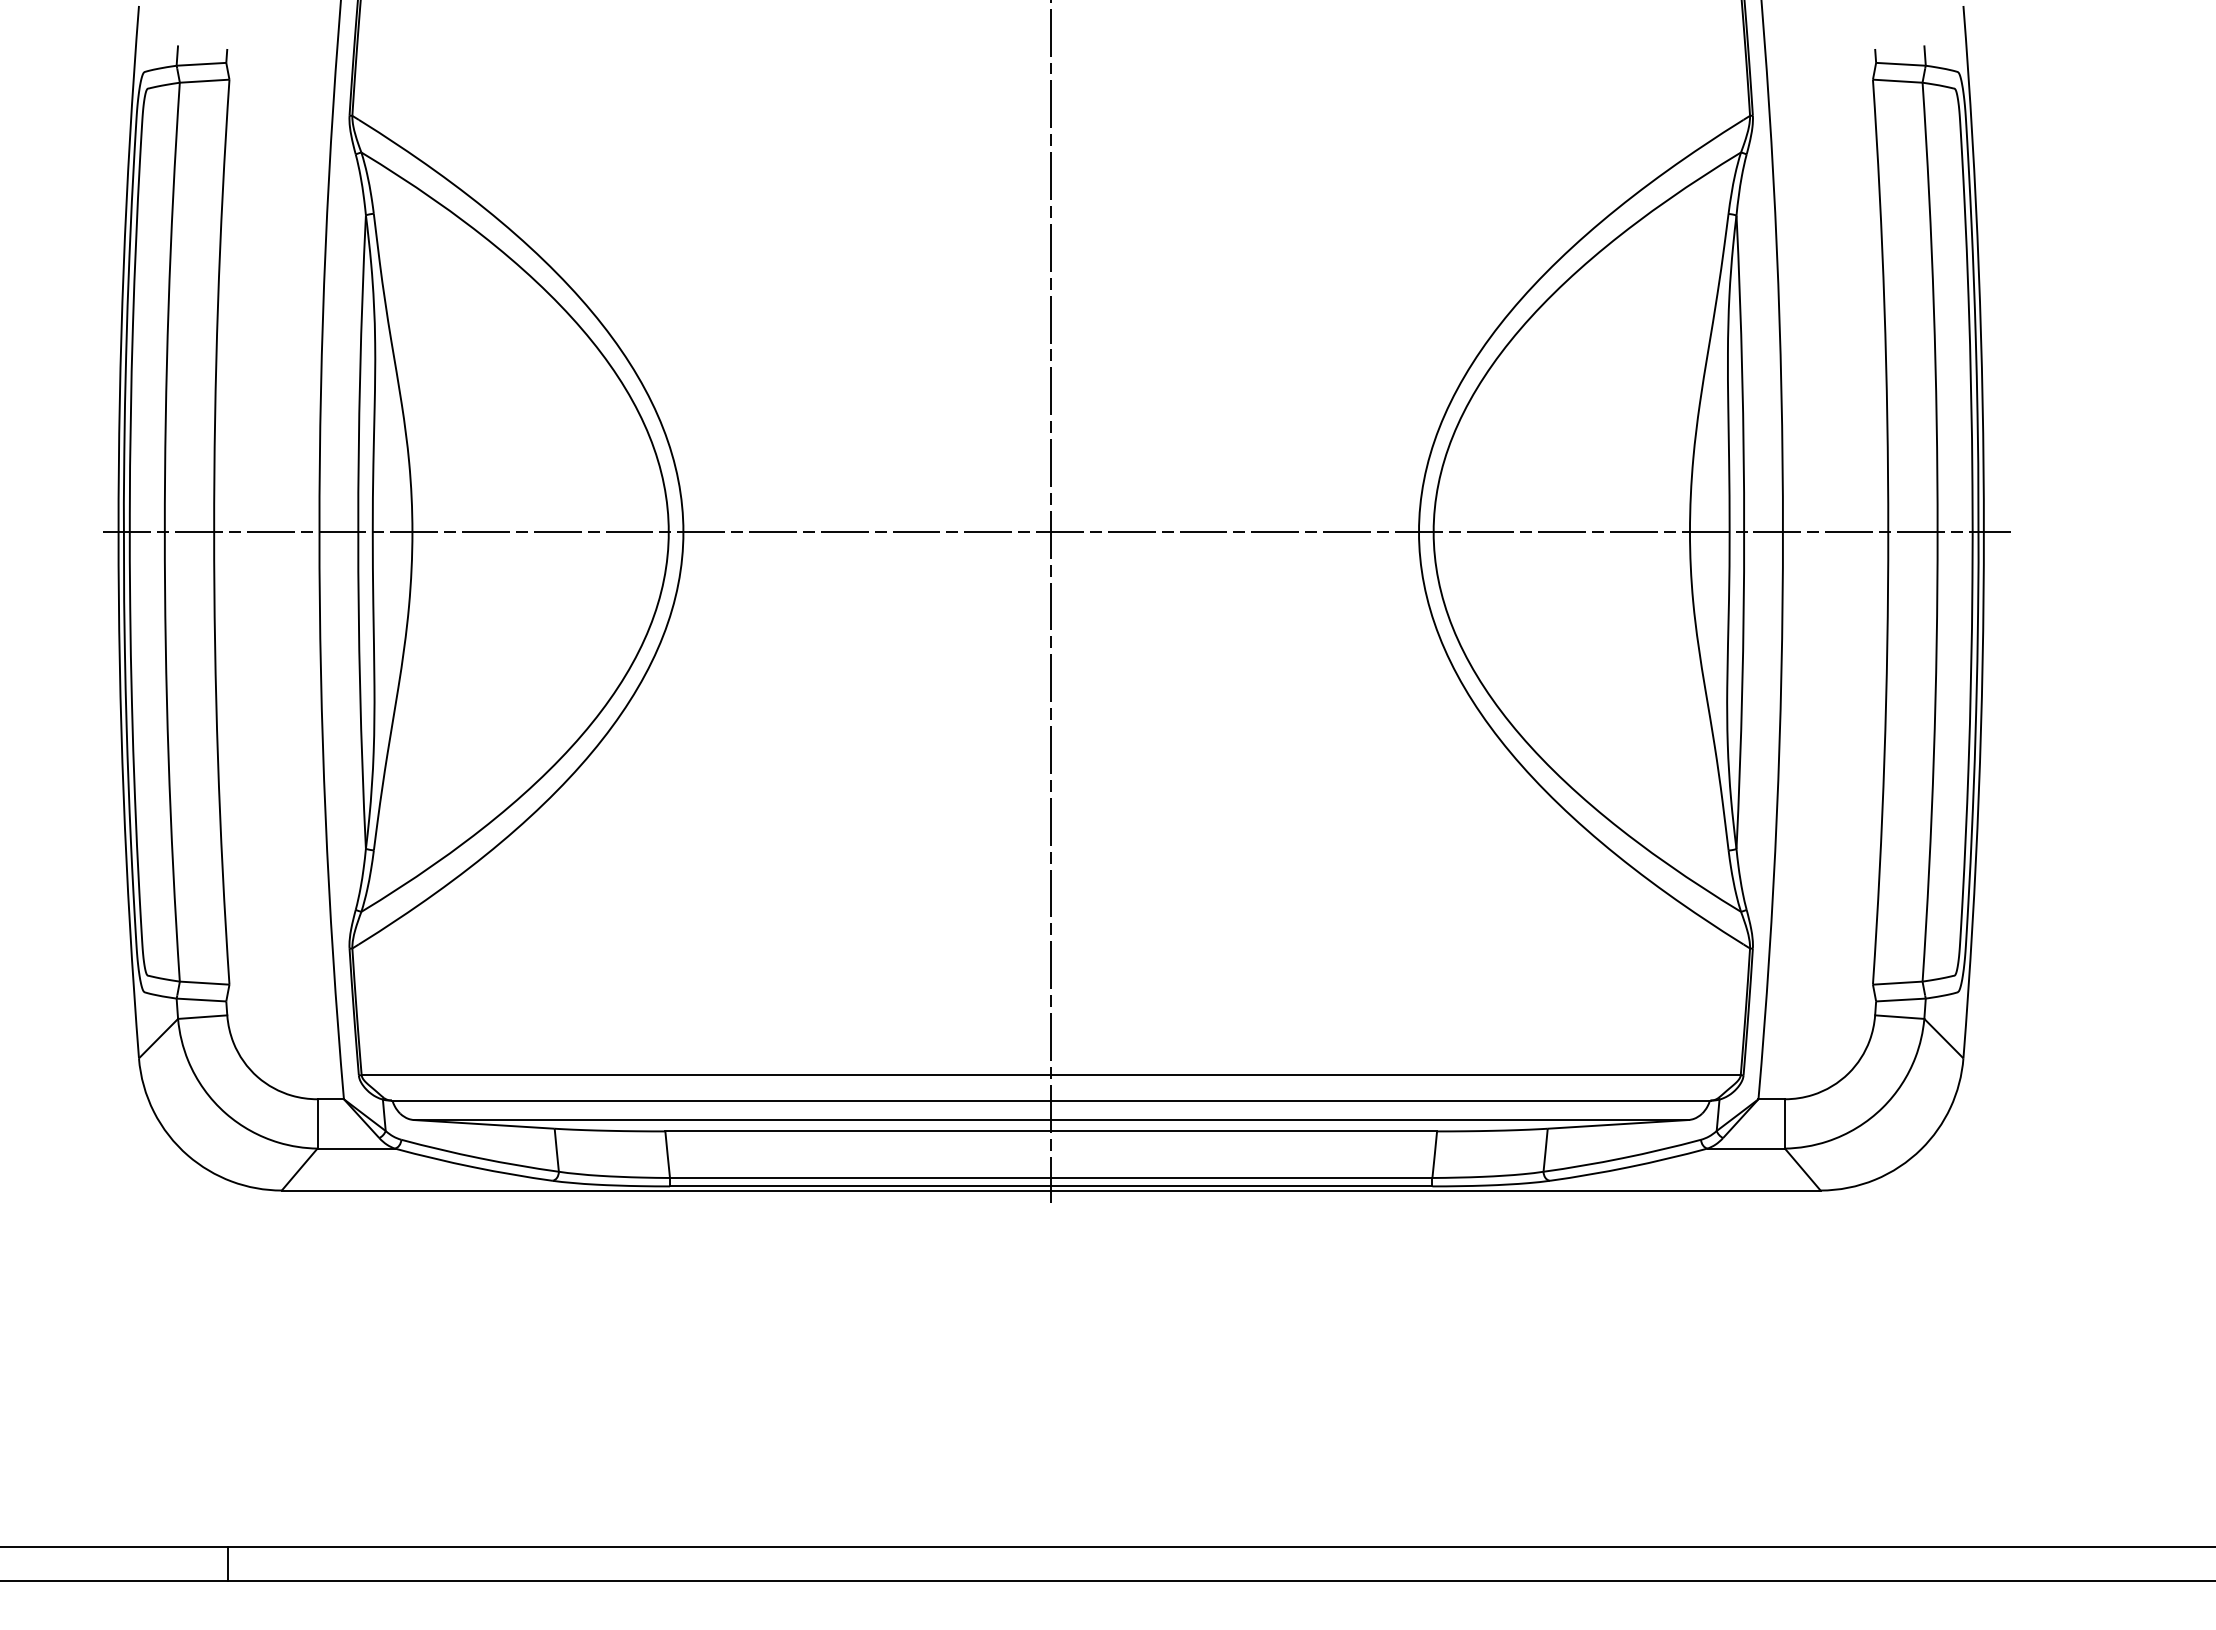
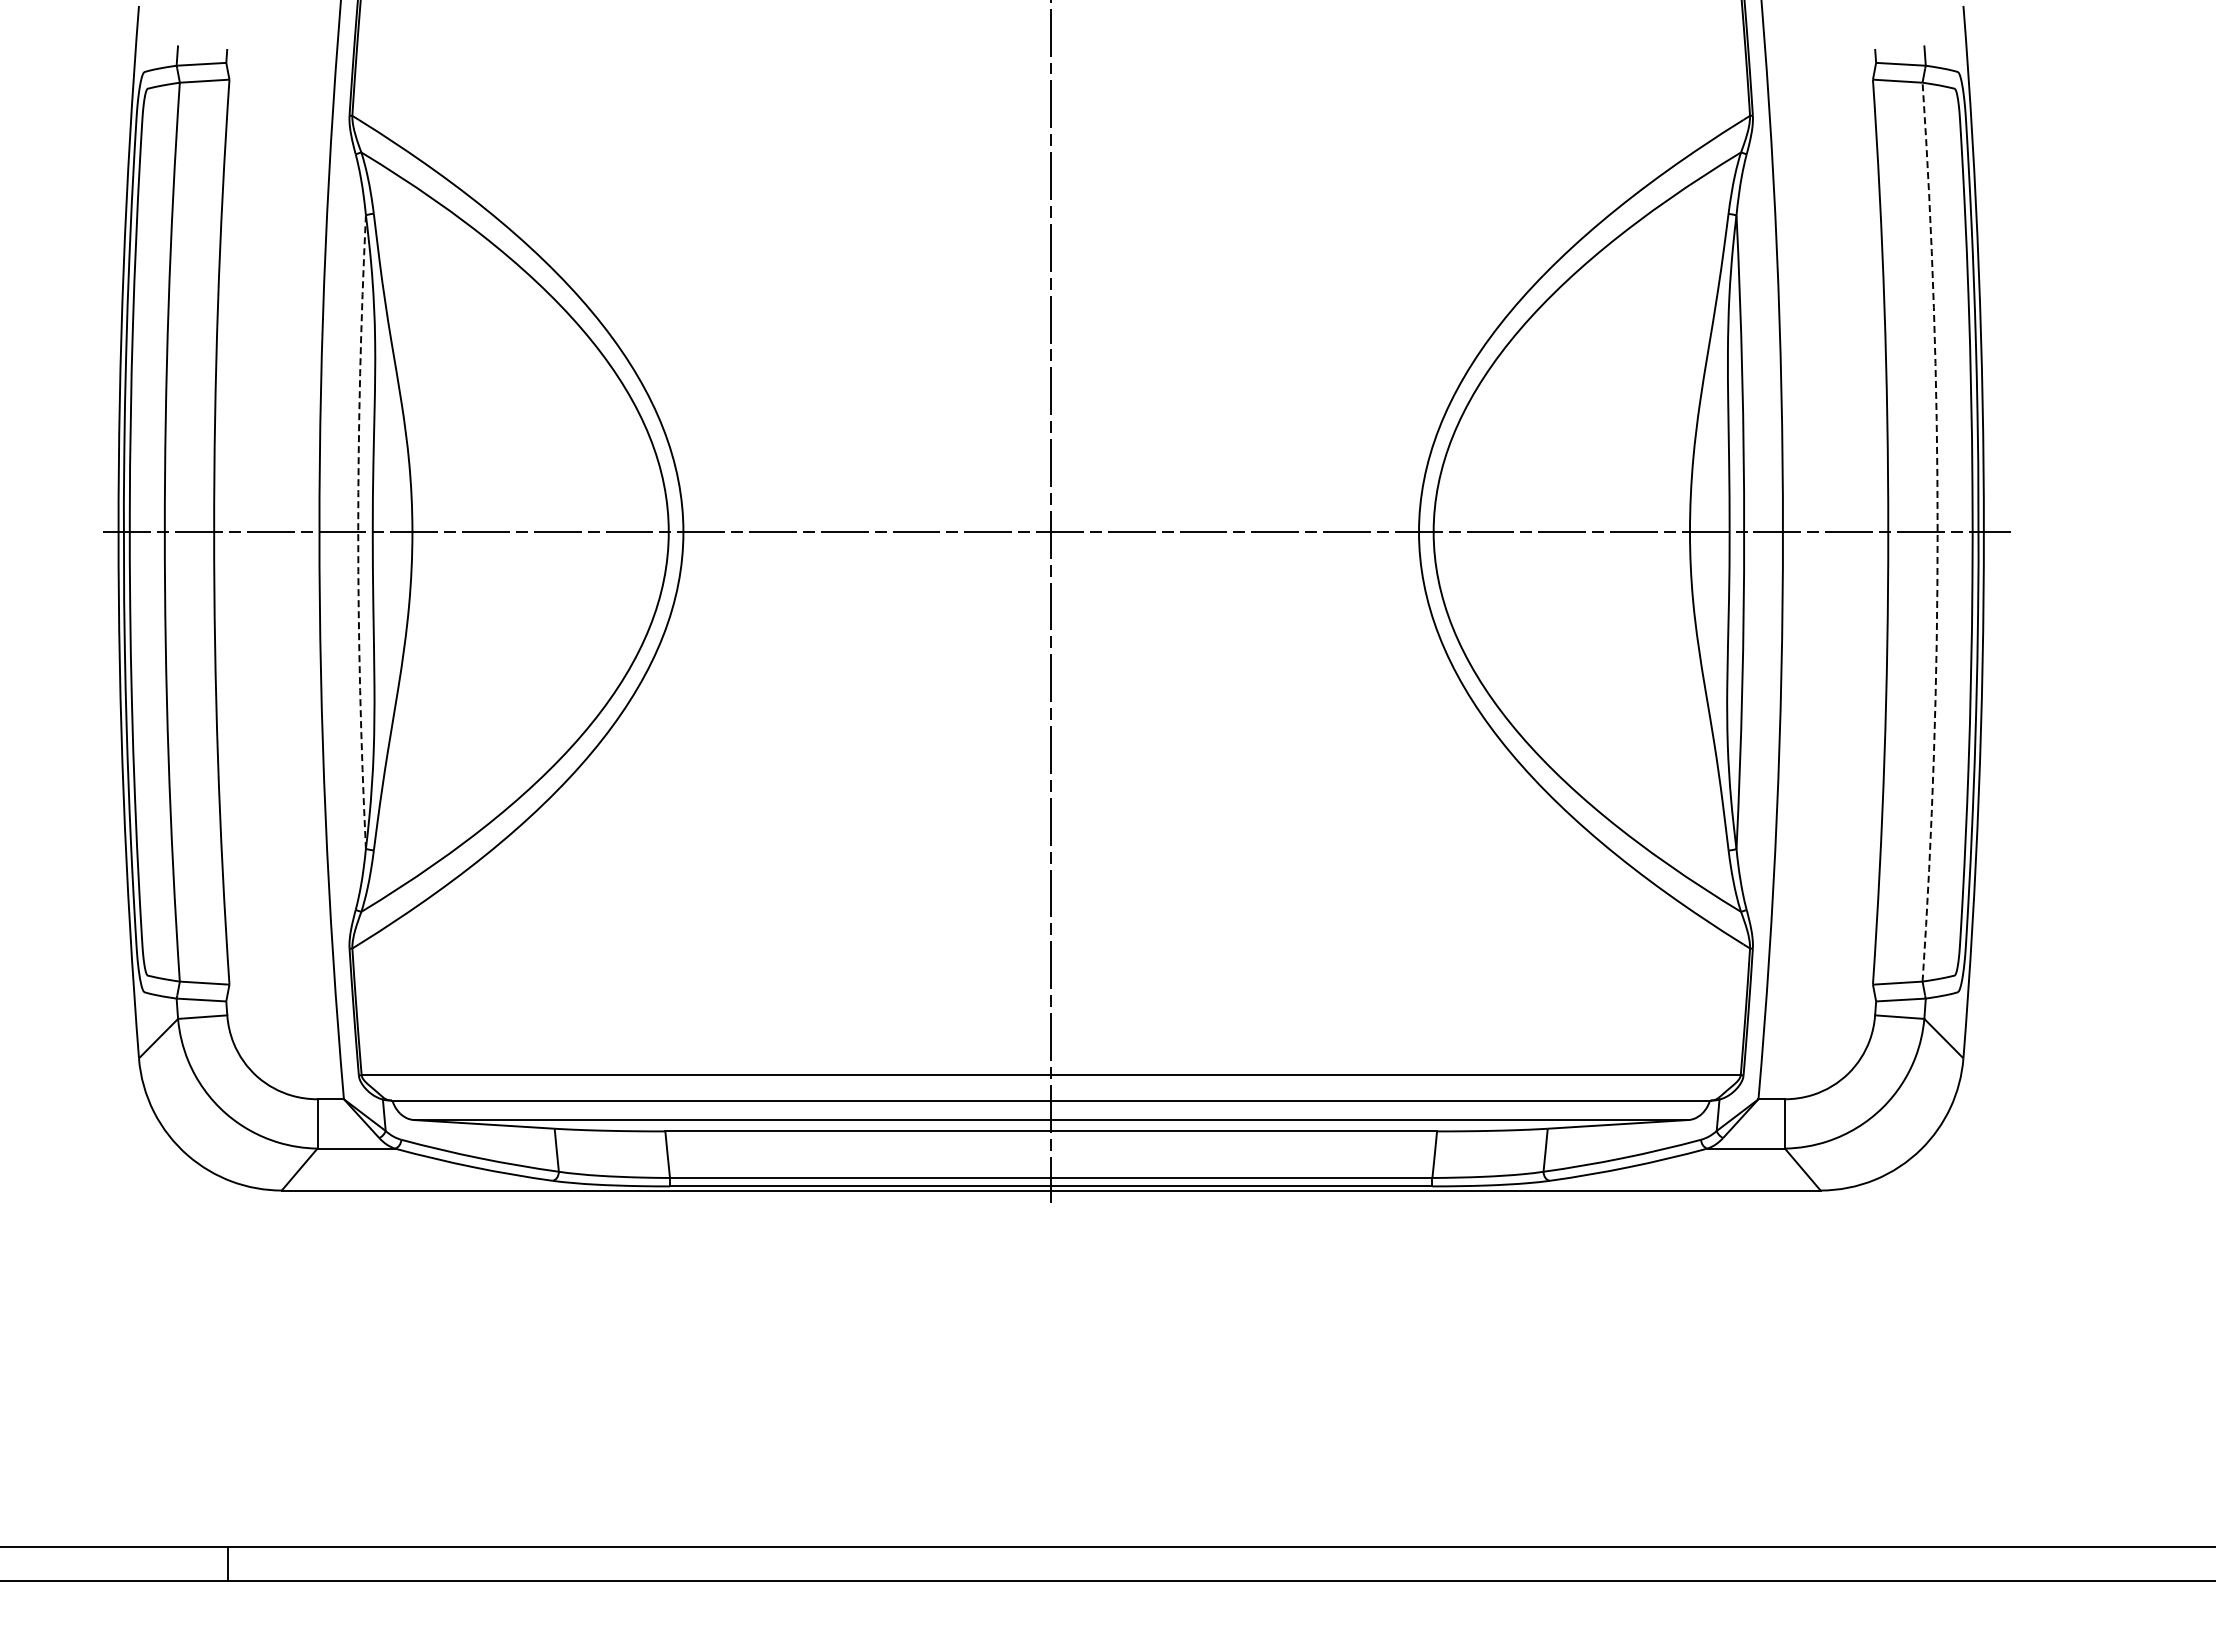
arc at (358, 532): solid -> dashed
arc at (1937, 532): solid -> dashed
